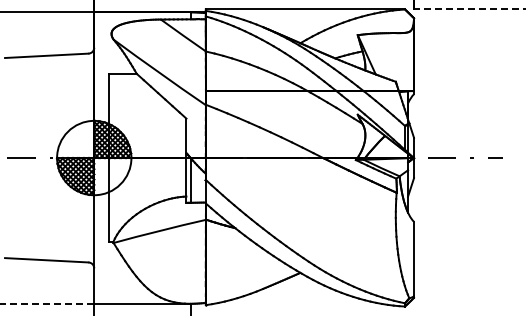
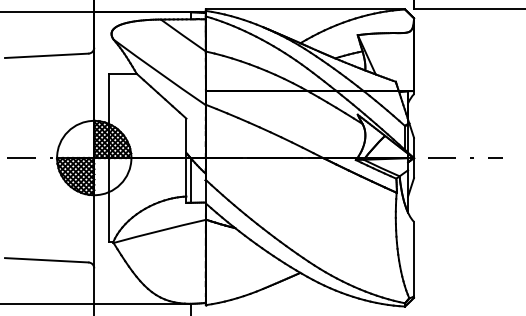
line at (469, 9): dashed -> solid
line at (47, 303): dashed -> solid
